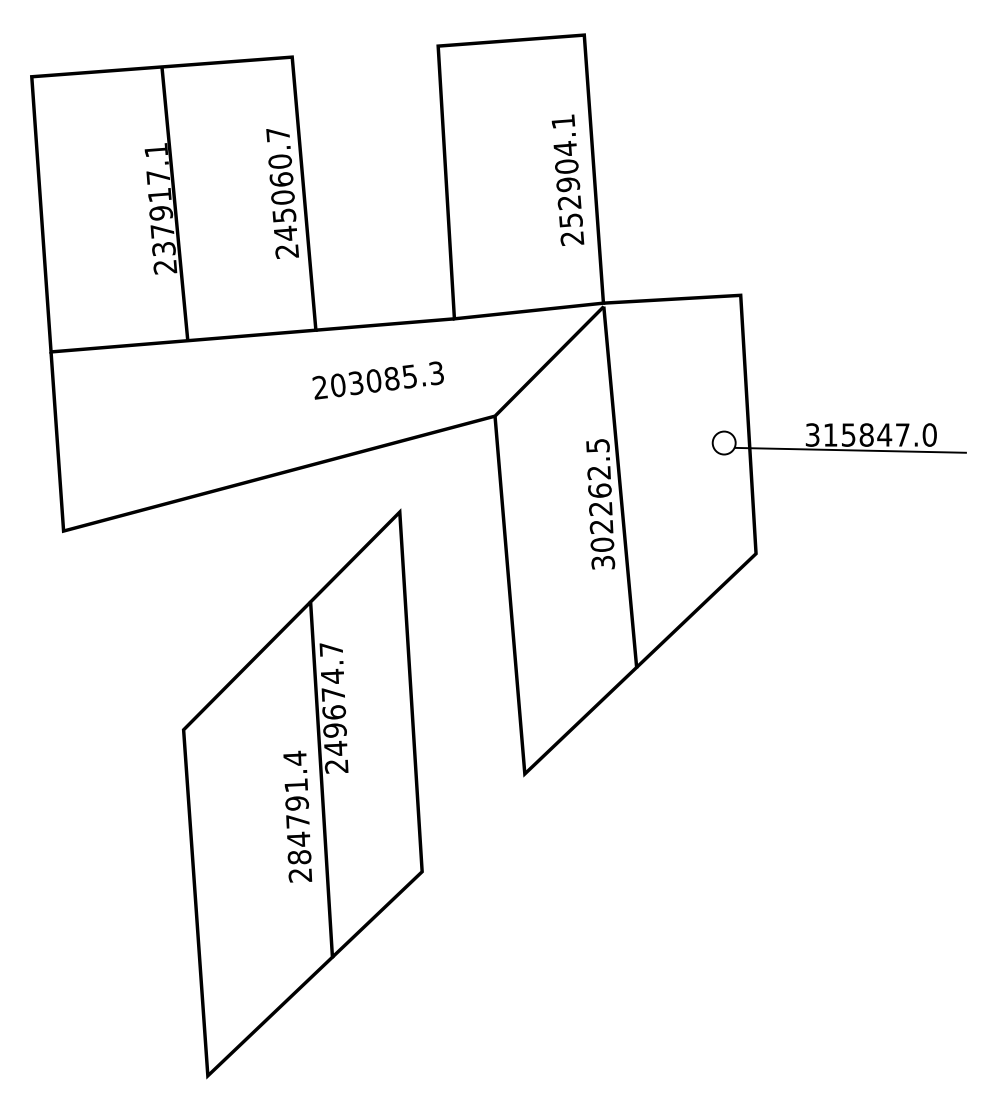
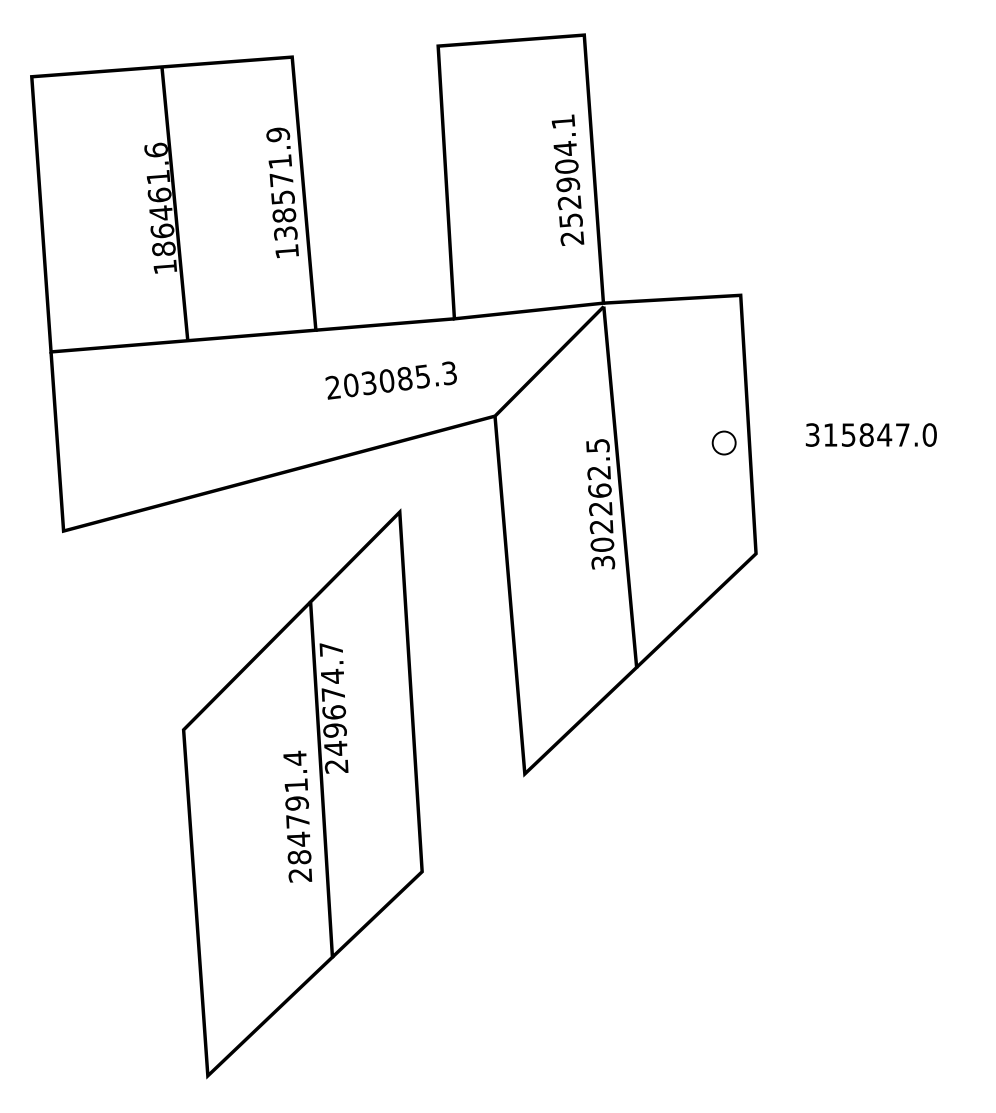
text at (282, 192): 245060.7 -> 138571.9
text at (160, 208): 237917.1 -> 186461.6
text at (377, 380) position: (377, 380) -> (390, 380)
line at (850, 449): present -> none
